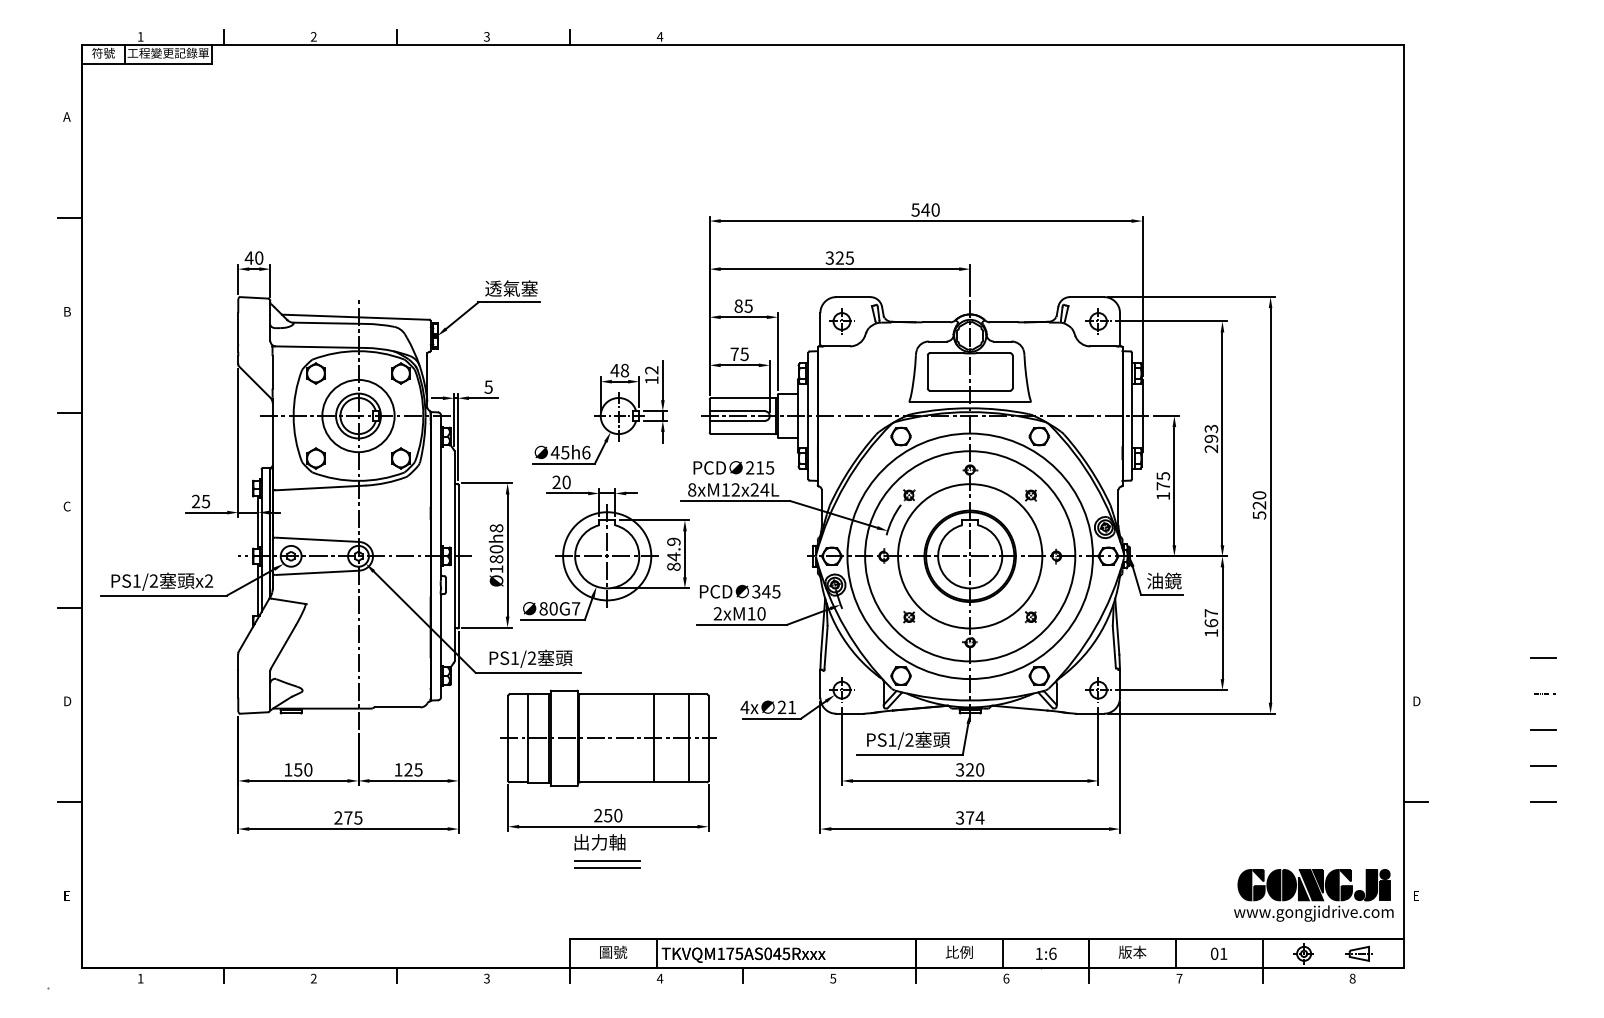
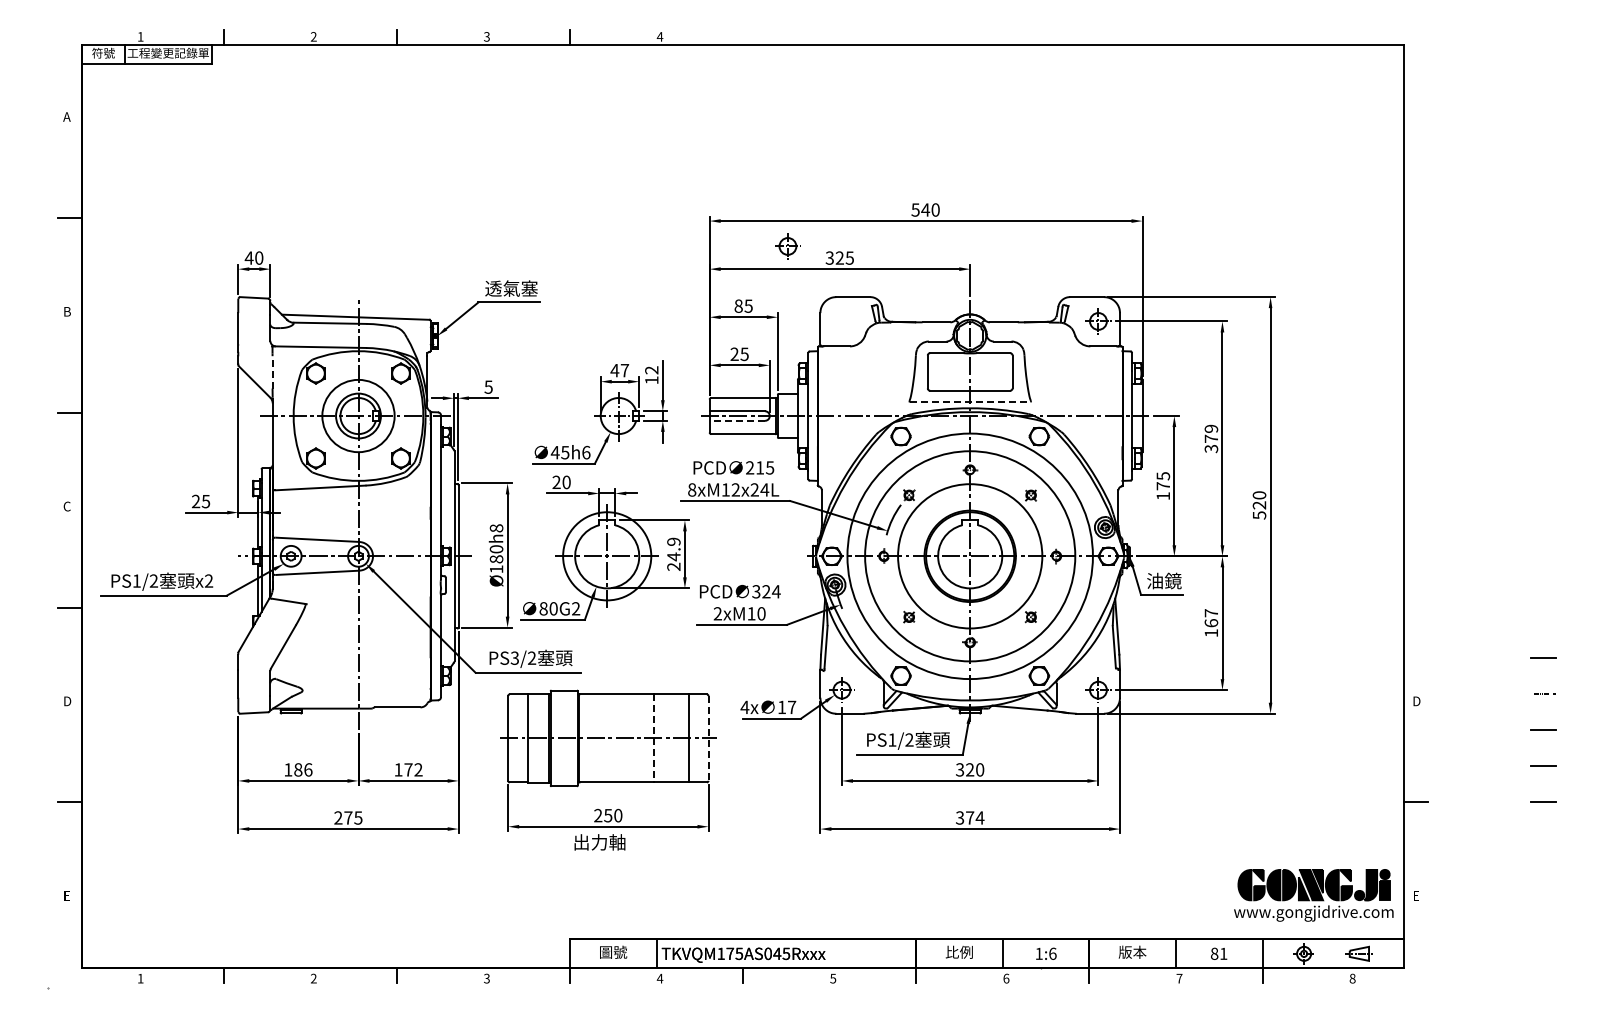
part at (841, 321) position: (841, 321) -> (787, 246)
text at (734, 353): 75 -> 25
text at (624, 370): 48 -> 47
line at (272, 371): solid -> dashed
line at (970, 401): solid -> dashed
line at (737, 420): solid -> dashed
text at (1211, 438): 293 -> 379
text at (673, 566): 84.9 -> 24.9
text at (770, 591): 345 -> 324
text at (576, 608): 80G7 -> 80G2
text at (514, 657): PS1/2 -> PS3/2
text at (786, 706): 21 -> 17
line at (654, 738): solid -> dashed
line at (708, 738): solid -> dashed
text at (303, 769): 150 -> 186
text at (413, 769): 125 -> 172
line at (607, 861): present -> none
line at (607, 867): present -> none
text at (1214, 953): 01 -> 81
